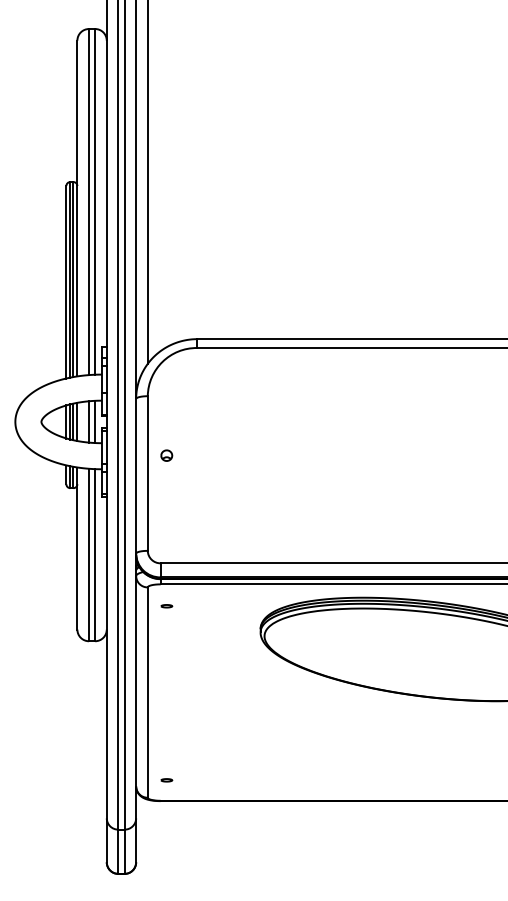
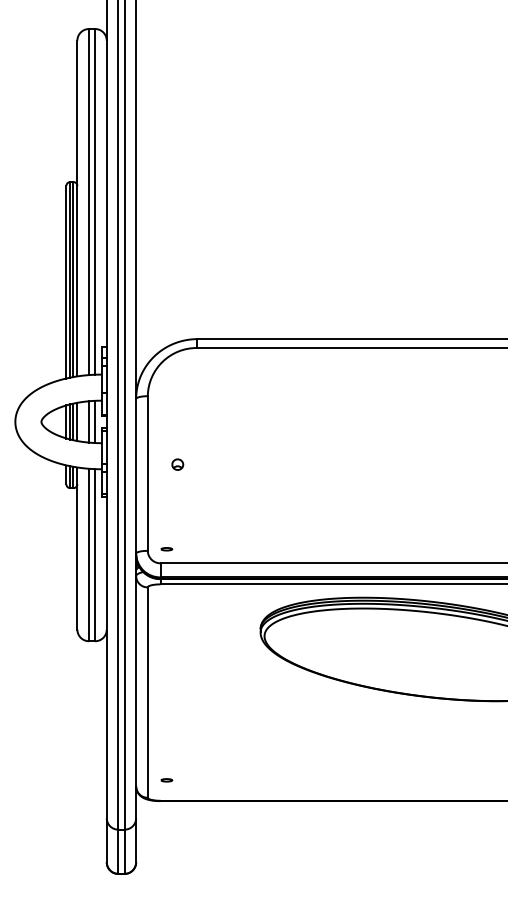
line at (147, 182): present -> none
part at (166, 455) position: (166, 455) -> (177, 464)
part at (166, 606) position: (166, 606) -> (166, 549)
